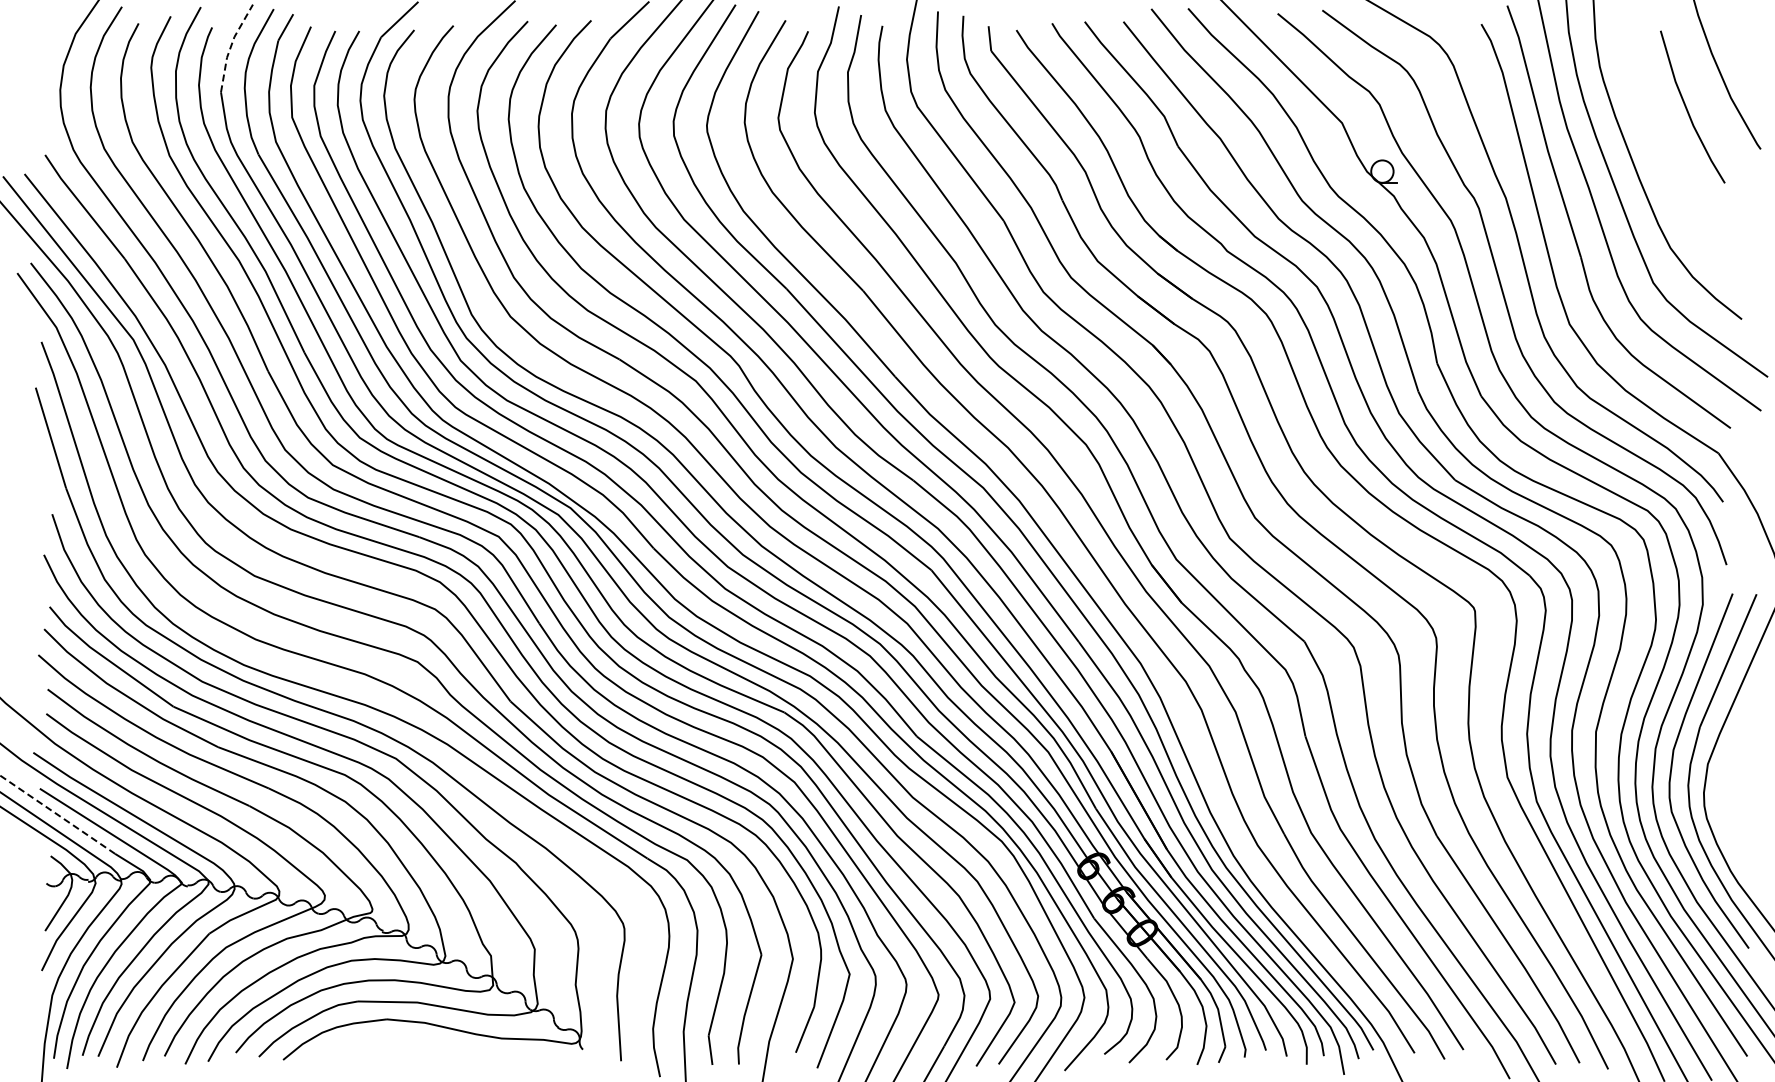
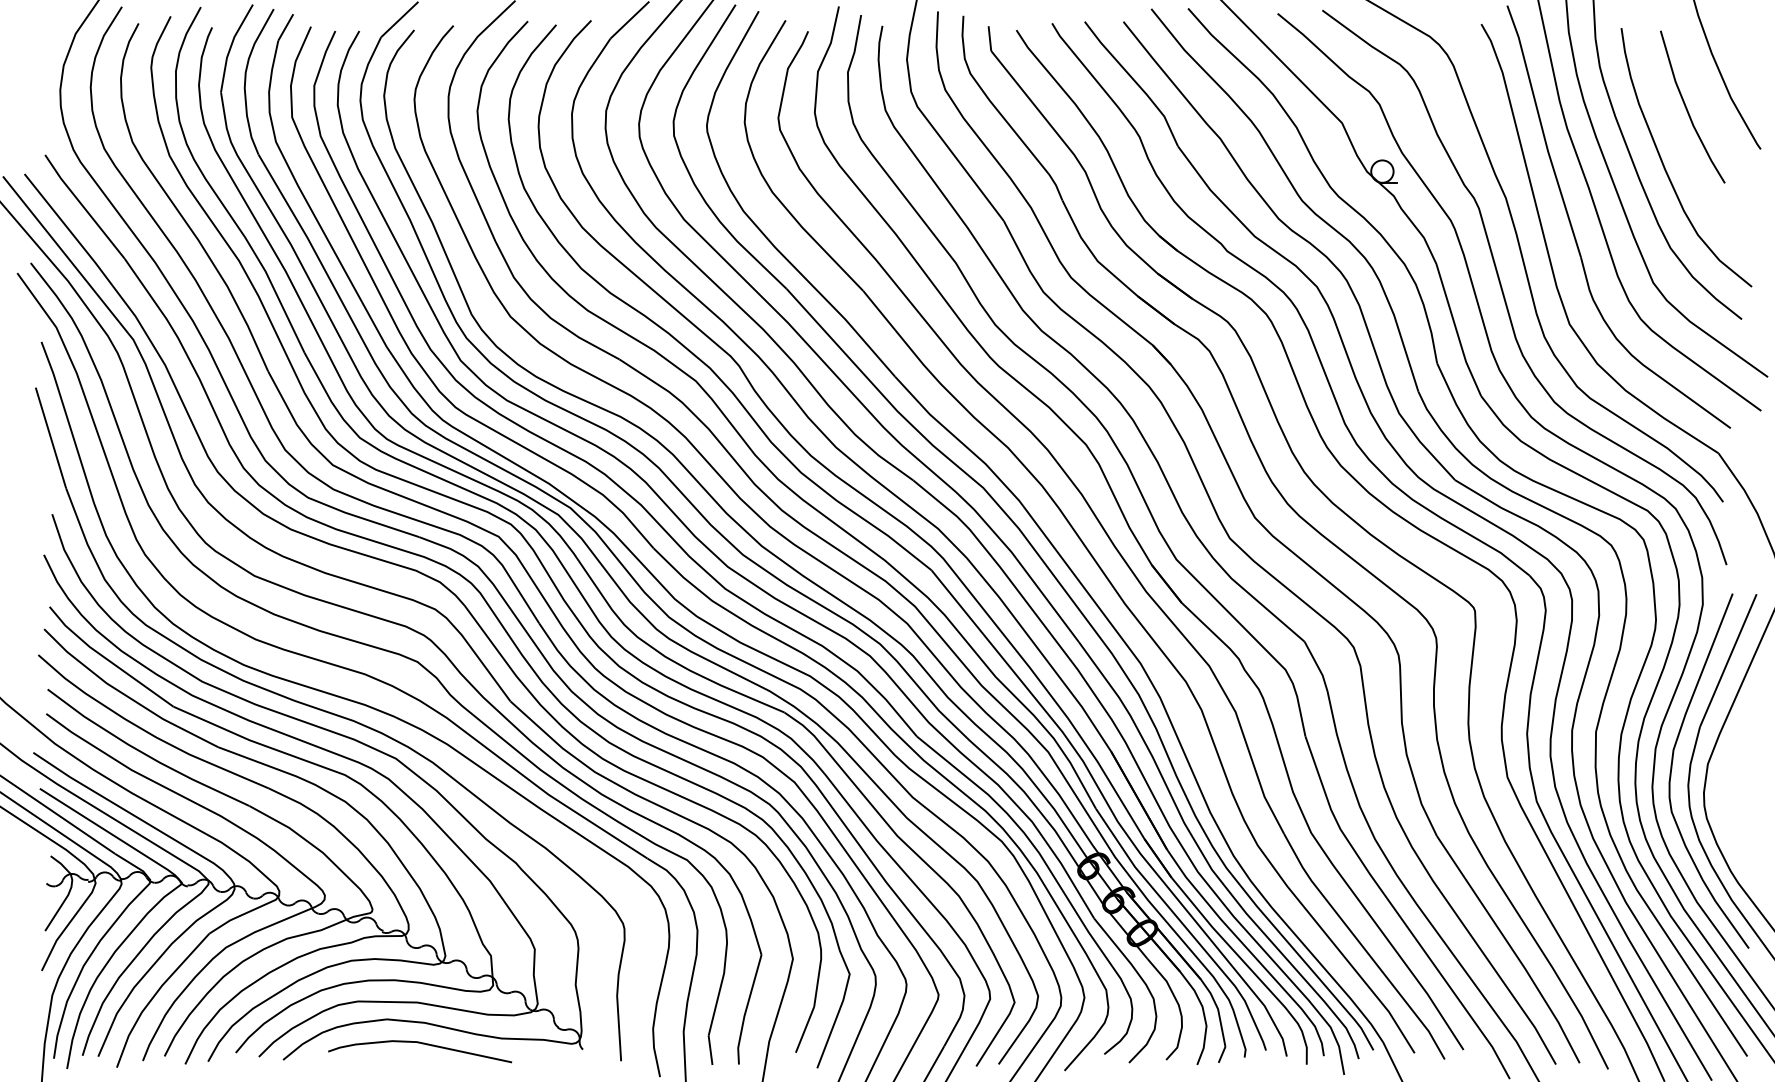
line at (231, 46): dashed -> solid
curve at (1664, 164): none -> present
line at (57, 814): dashed -> solid
curve at (422, 1044): none -> present
